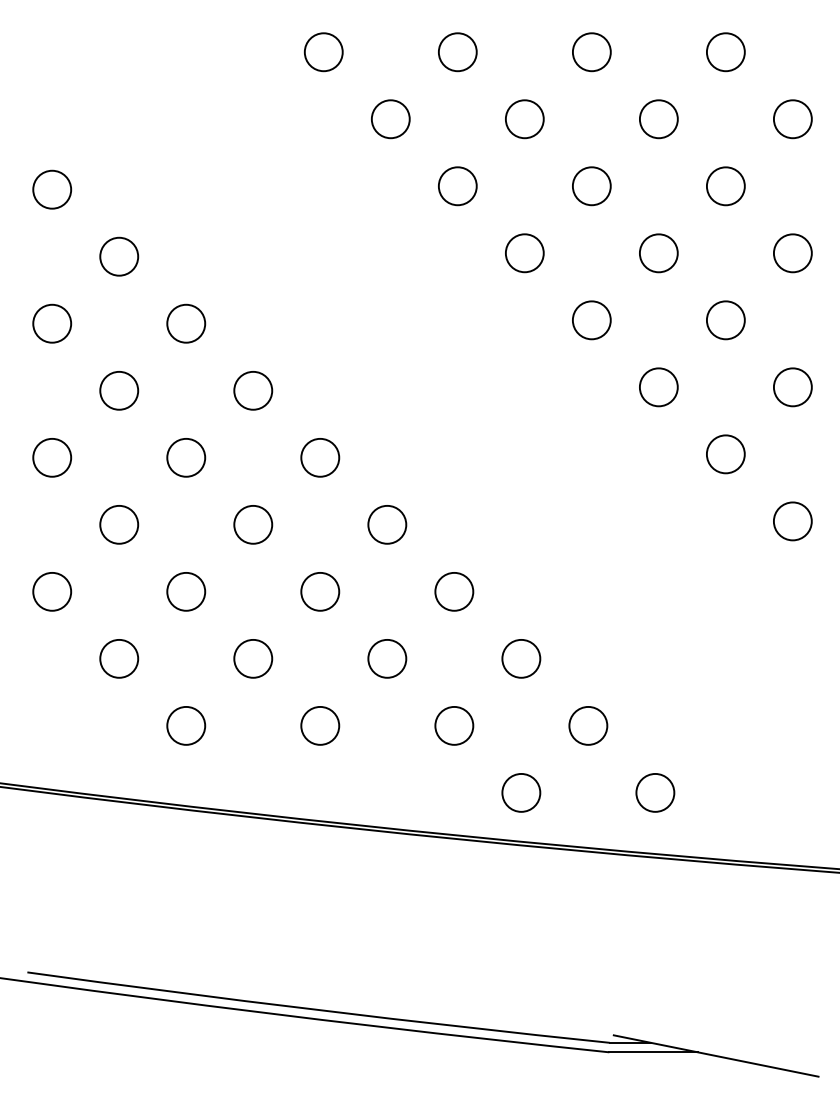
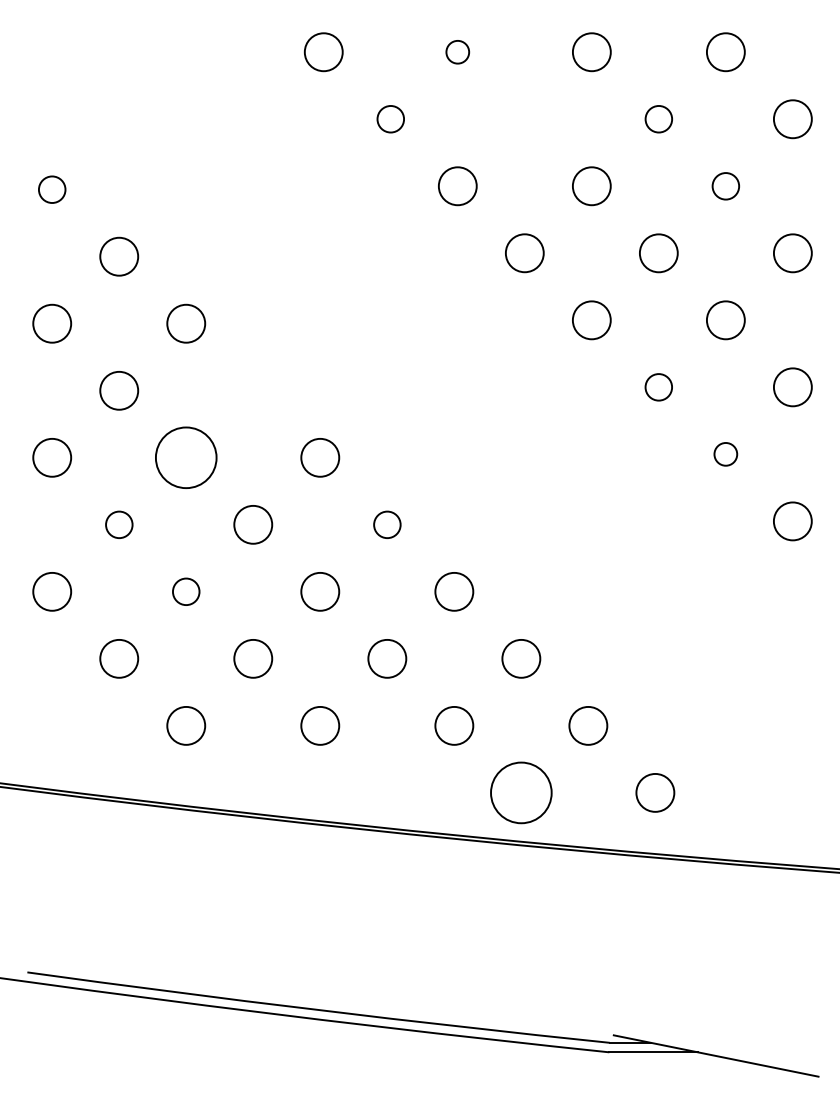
circle at (457, 52) diameter: 38 px -> 23 px
circle at (390, 119) diameter: 38 px -> 27 px
circle at (524, 119): present -> none
circle at (658, 119) diameter: 38 px -> 27 px
circle at (725, 186) diameter: 38 px -> 27 px
circle at (52, 189) diameter: 38 px -> 27 px
circle at (658, 387) diameter: 38 px -> 27 px
circle at (253, 390): present -> none
circle at (725, 454) diameter: 38 px -> 23 px
circle at (186, 457) diameter: 38 px -> 61 px
circle at (119, 524) size: 41x40 px -> 29x29 px
circle at (387, 524) size: 41x40 px -> 29x29 px
circle at (186, 591) diameter: 38 px -> 27 px
circle at (521, 792) diameter: 38 px -> 61 px
